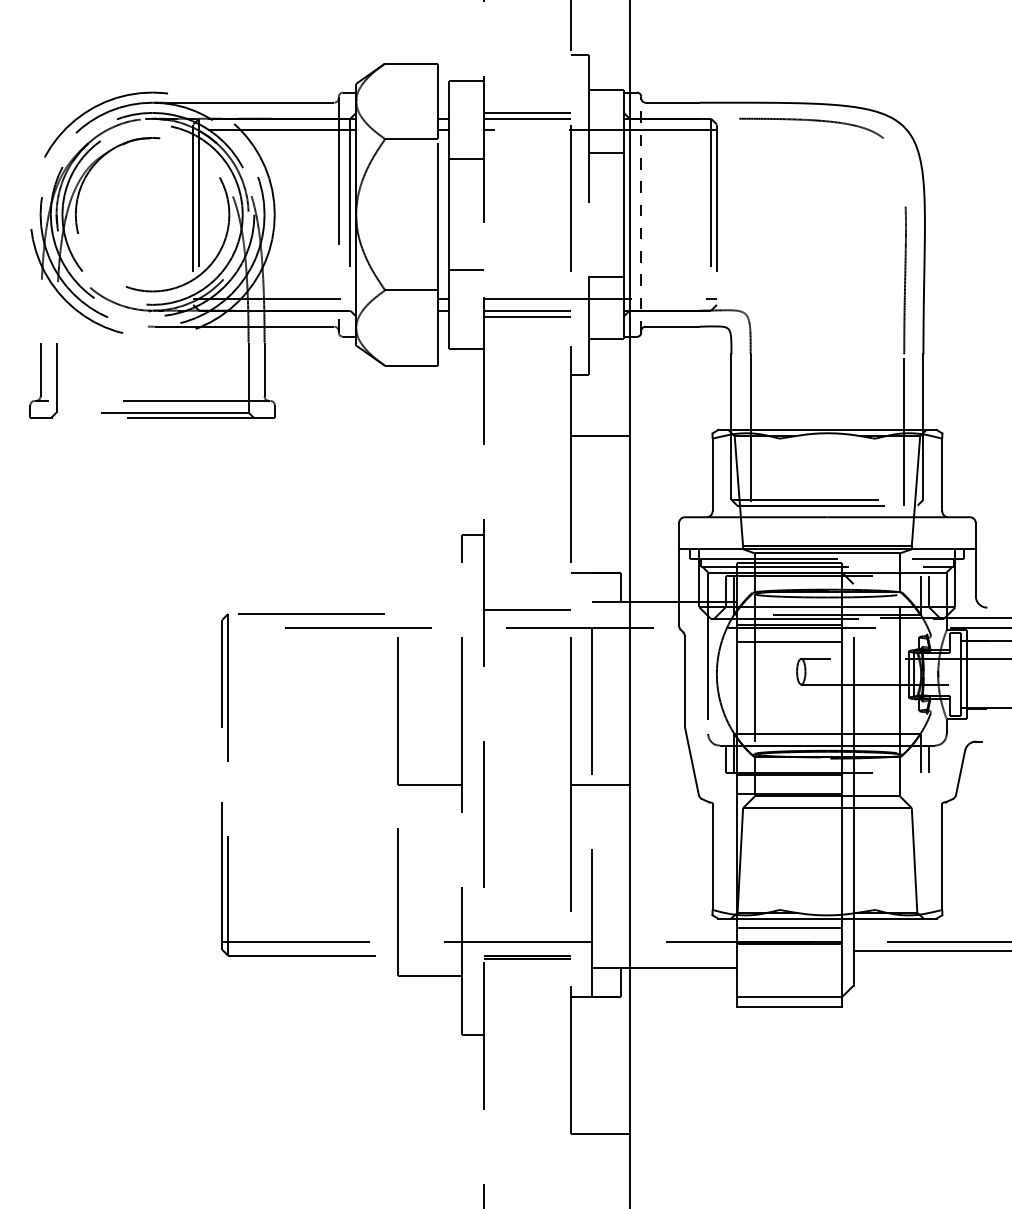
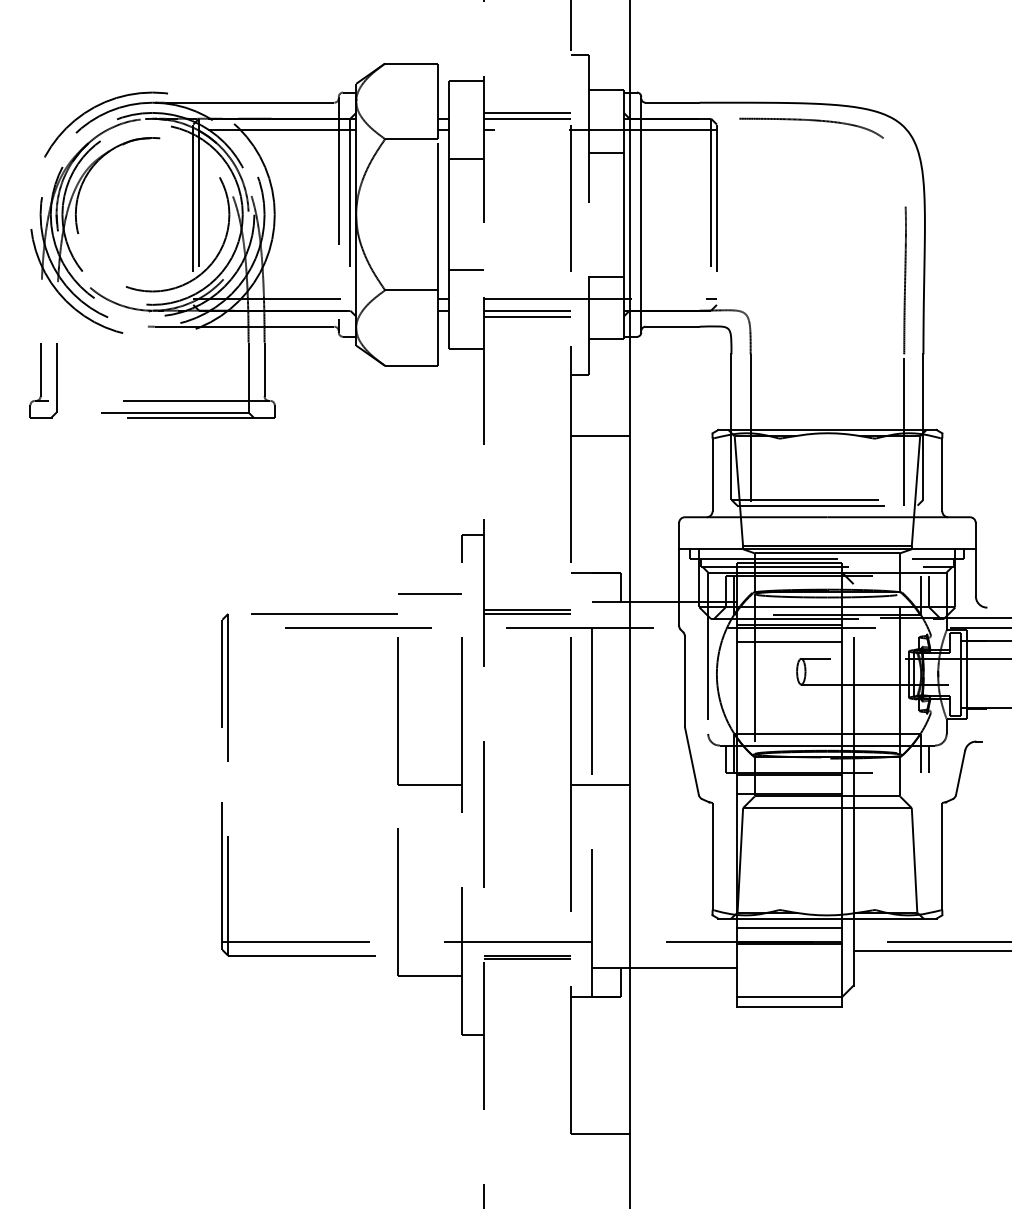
line at (641, 214): dashed -> solid
line at (429, 593): none -> present
line at (311, 613) position: (311, 613) -> (324, 613)
line at (527, 613): none -> present
